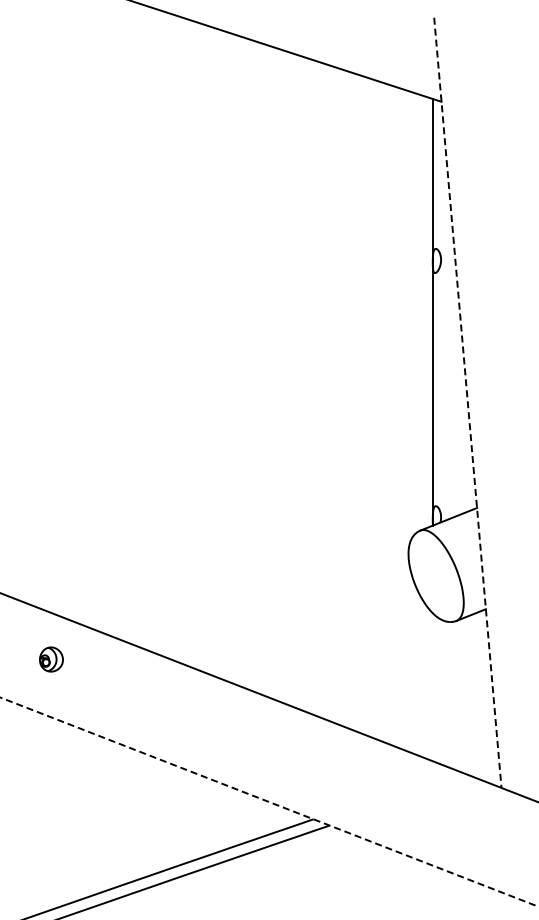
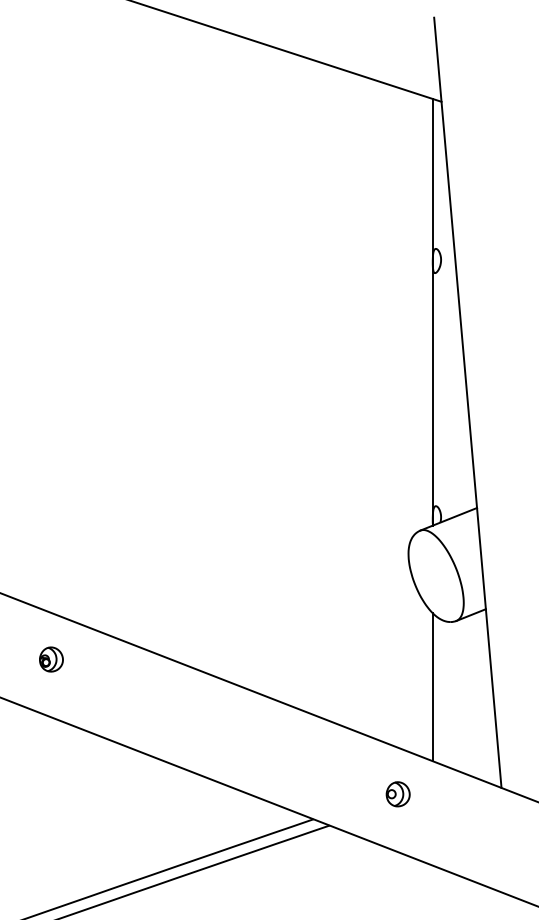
line at (467, 402): dashed -> solid
line at (432, 687): none -> present
part at (397, 794): none -> present
line at (269, 802): dashed -> solid
